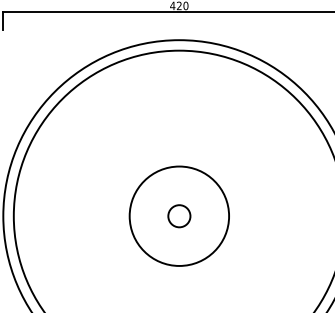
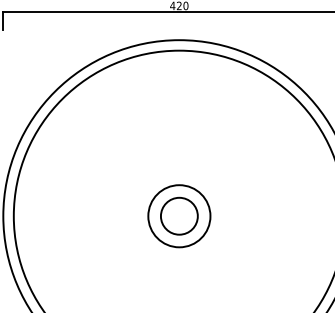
circle at (179, 215) diameter: 99 px -> 62 px
circle at (179, 216) diameter: 22 px -> 37 px
